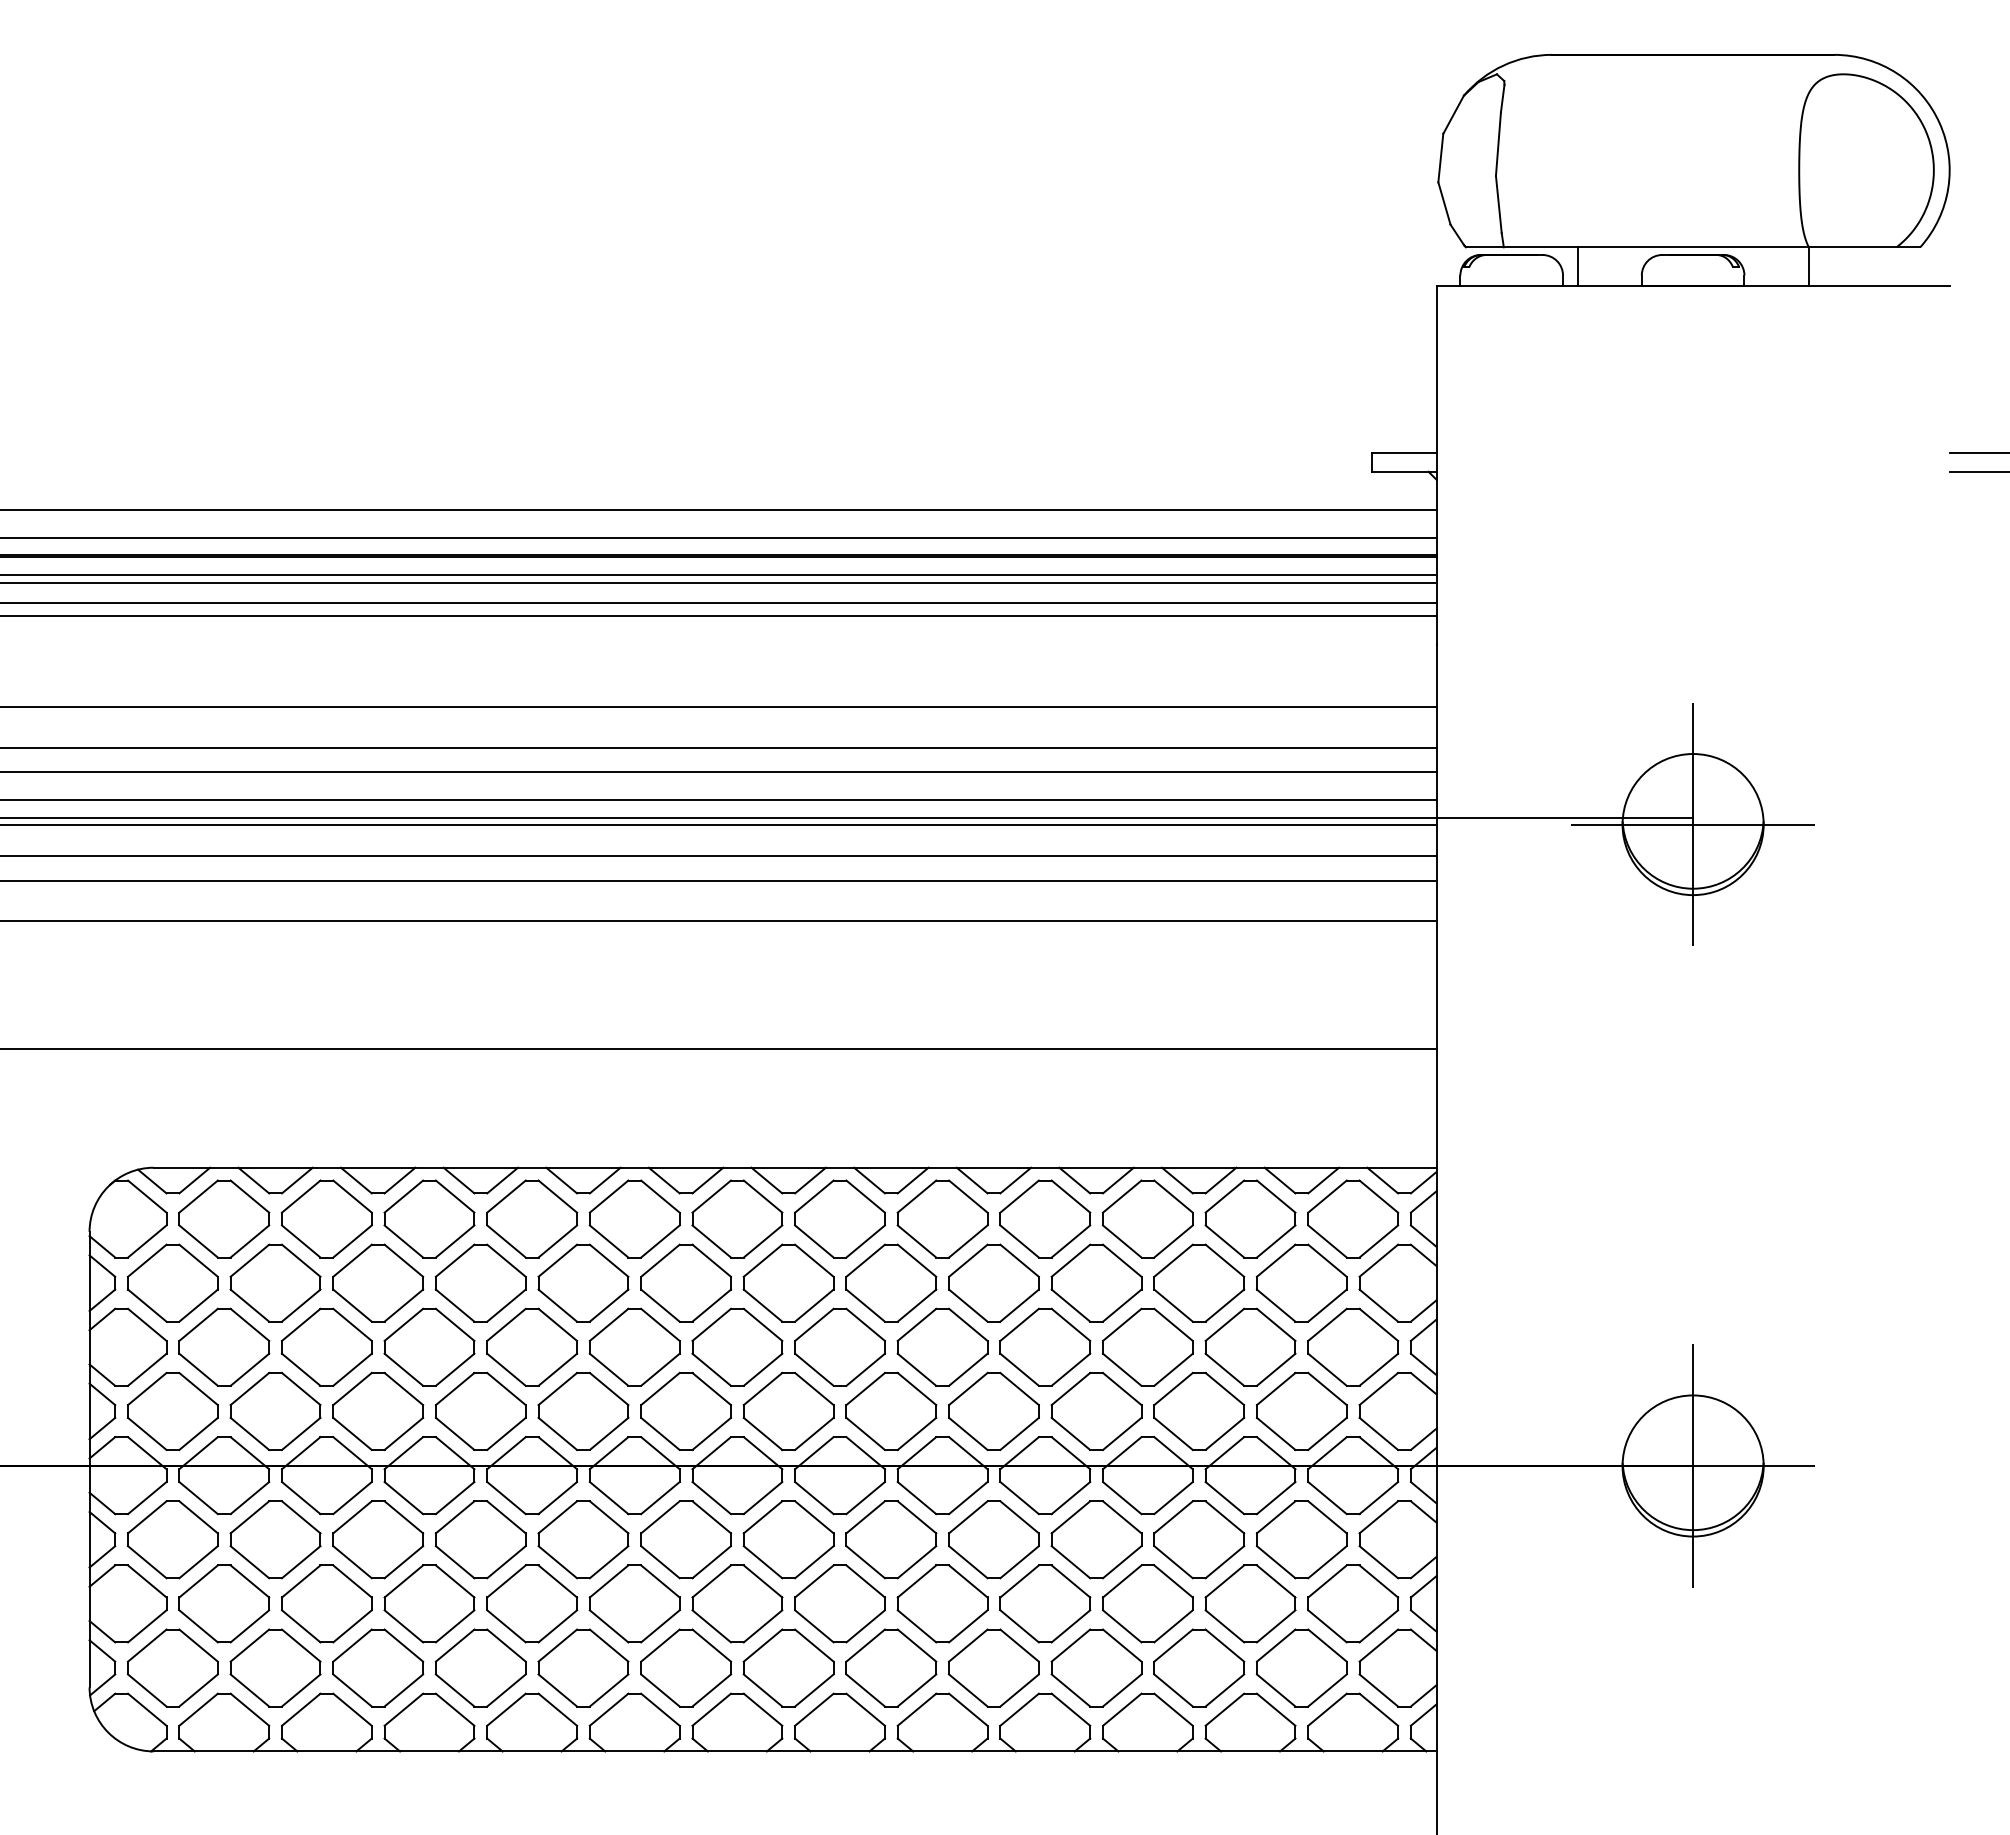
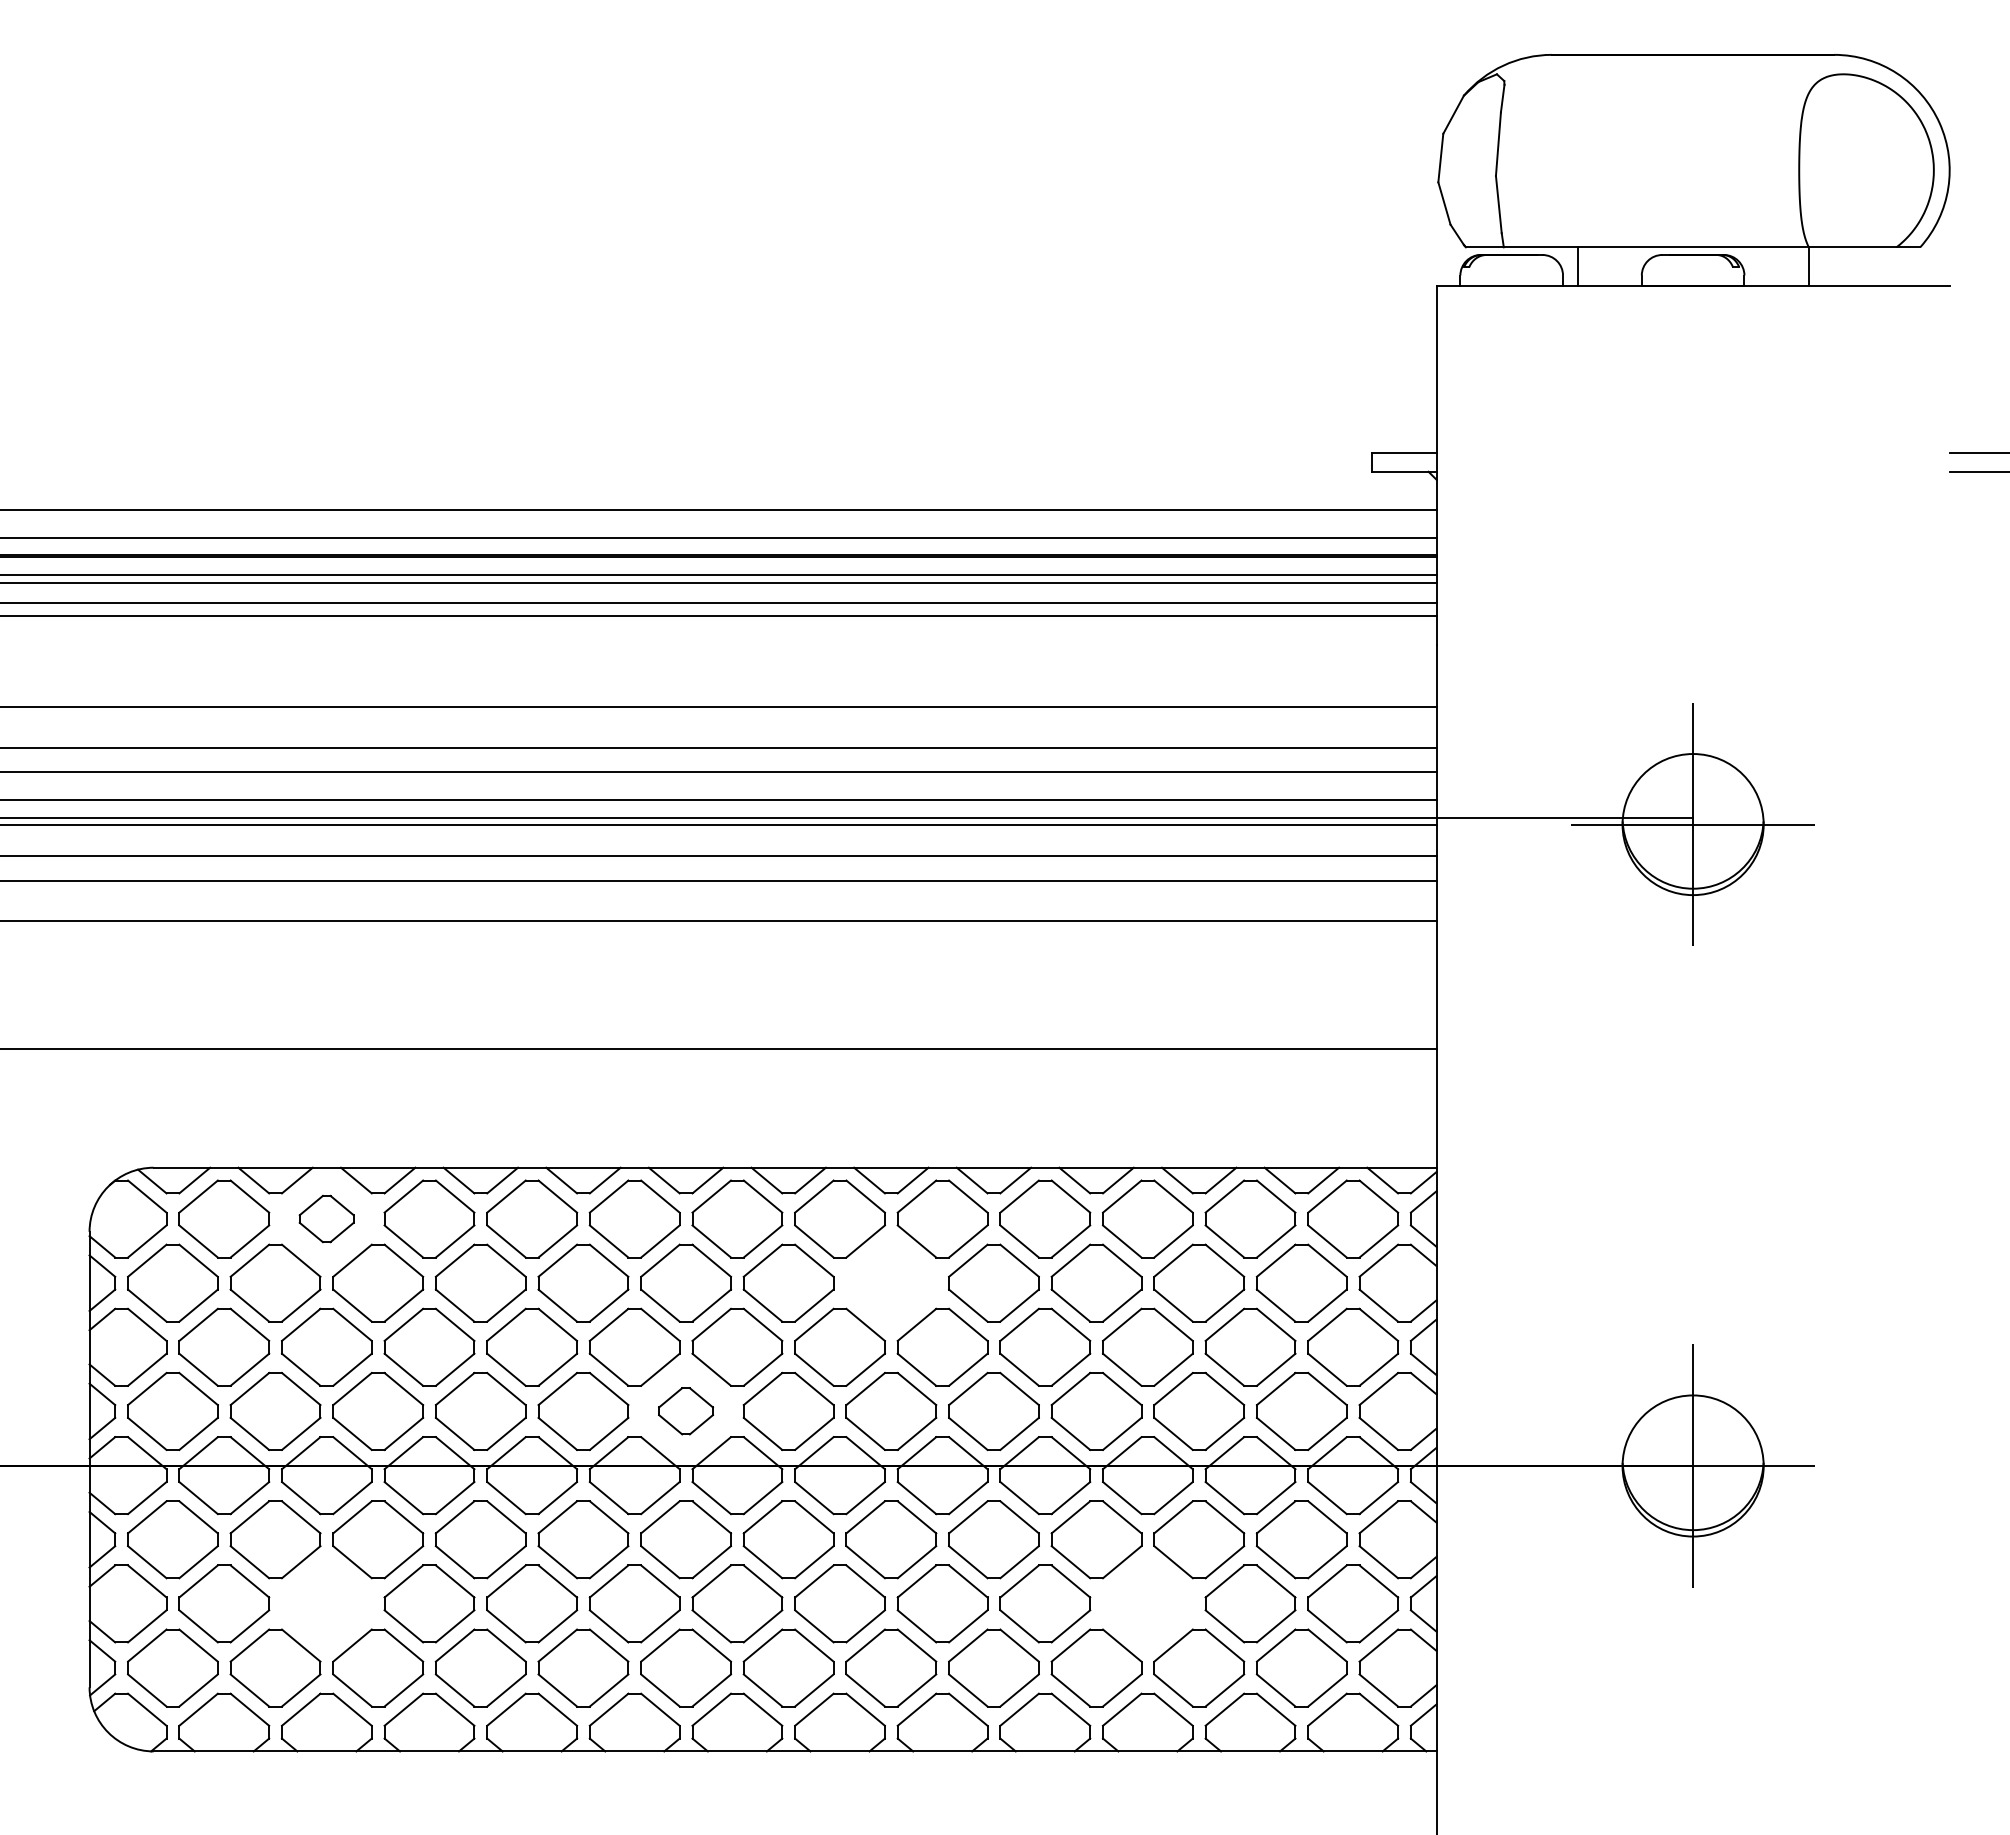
part at (326, 1218) size: 93x80 px -> 57x50 px
part at (891, 1282): present -> none
part at (685, 1410) size: 92x80 px -> 57x49 px
part at (326, 1603): present -> none
part at (1147, 1603): present -> none
